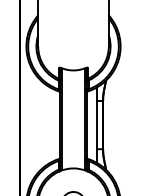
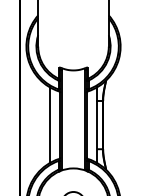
line at (49, 124): none -> present
